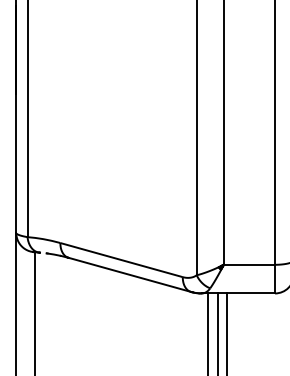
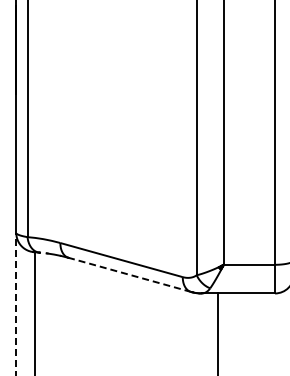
line at (129, 274): solid -> dashed
line at (16, 303): solid -> dashed
line at (207, 332): present -> none
line at (227, 332): present -> none
